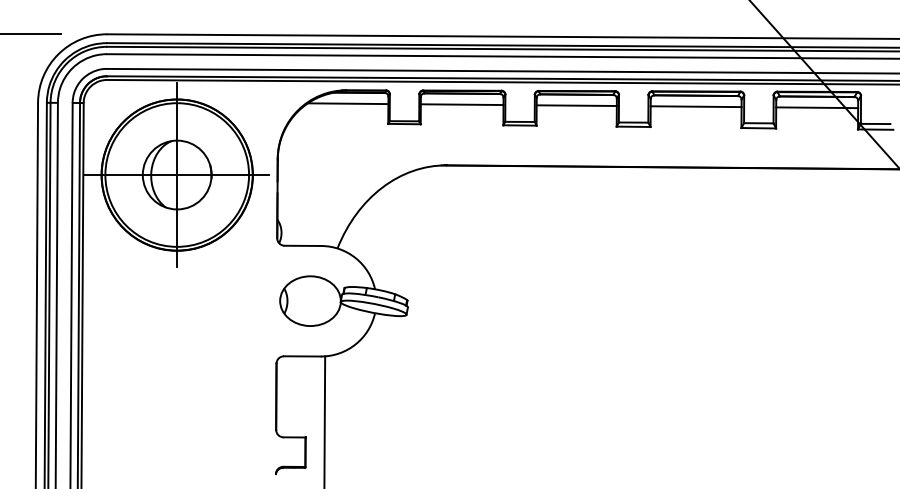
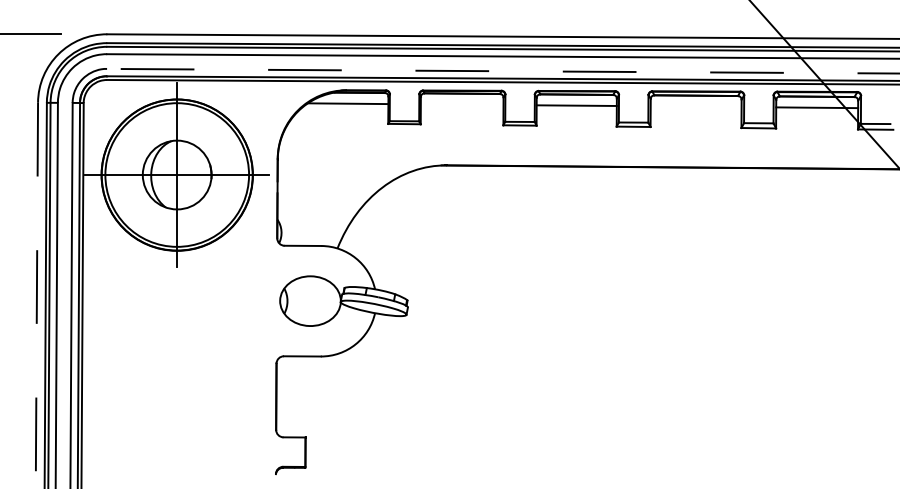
line at (503, 71): solid -> dashed
line at (461, 104): present -> none
line at (695, 106): present -> none
line at (36, 295): solid -> dashed
line at (324, 420): present -> none
